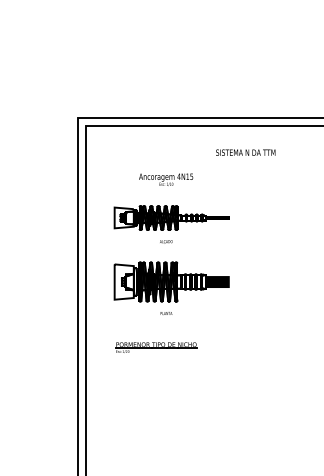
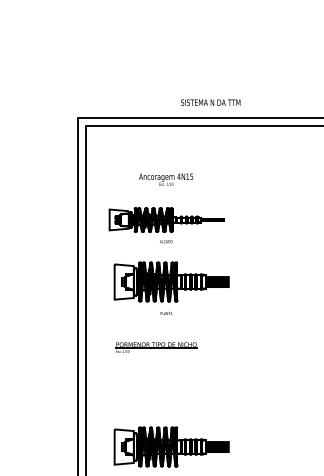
text at (245, 152) position: (245, 152) -> (210, 102)
part at (171, 217) position: (171, 217) -> (166, 219)
part at (171, 446): none -> present
